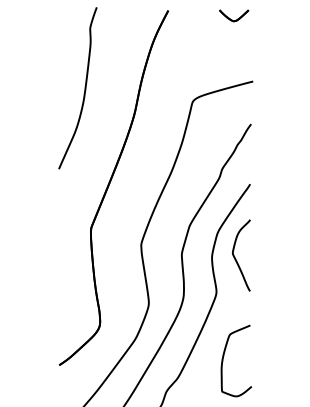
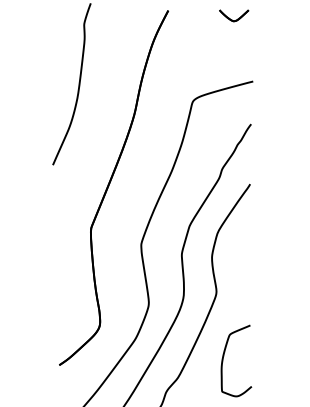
curve at (84, 88) position: (84, 88) -> (78, 84)
curve at (235, 257): present -> none
